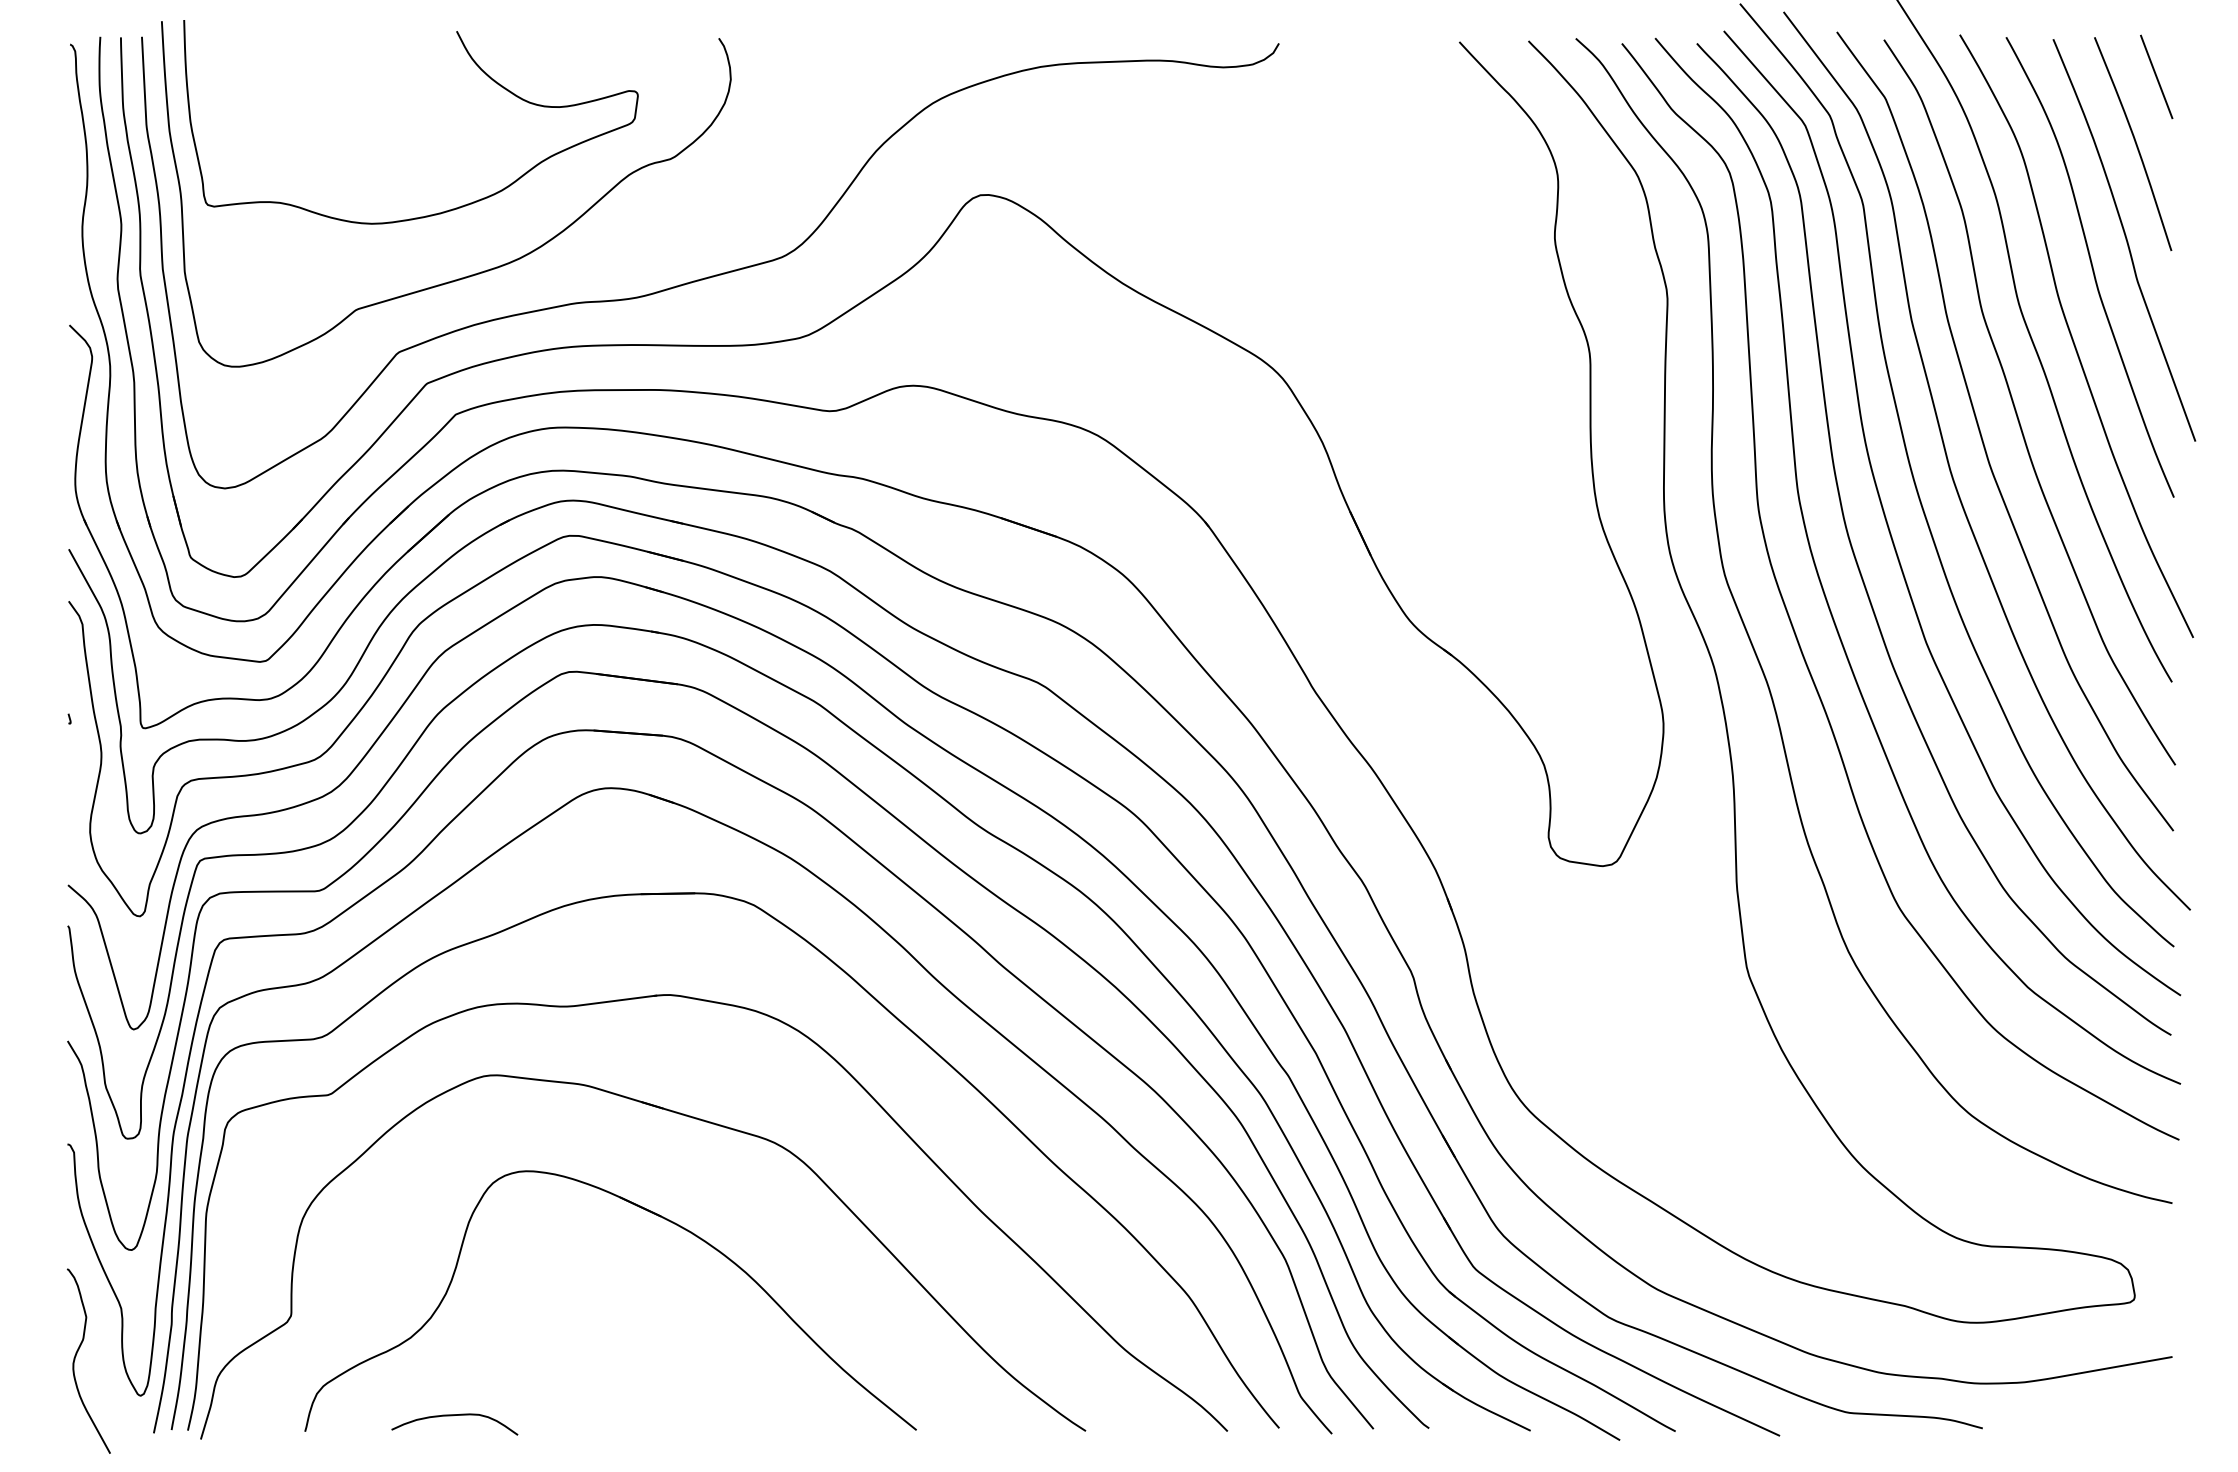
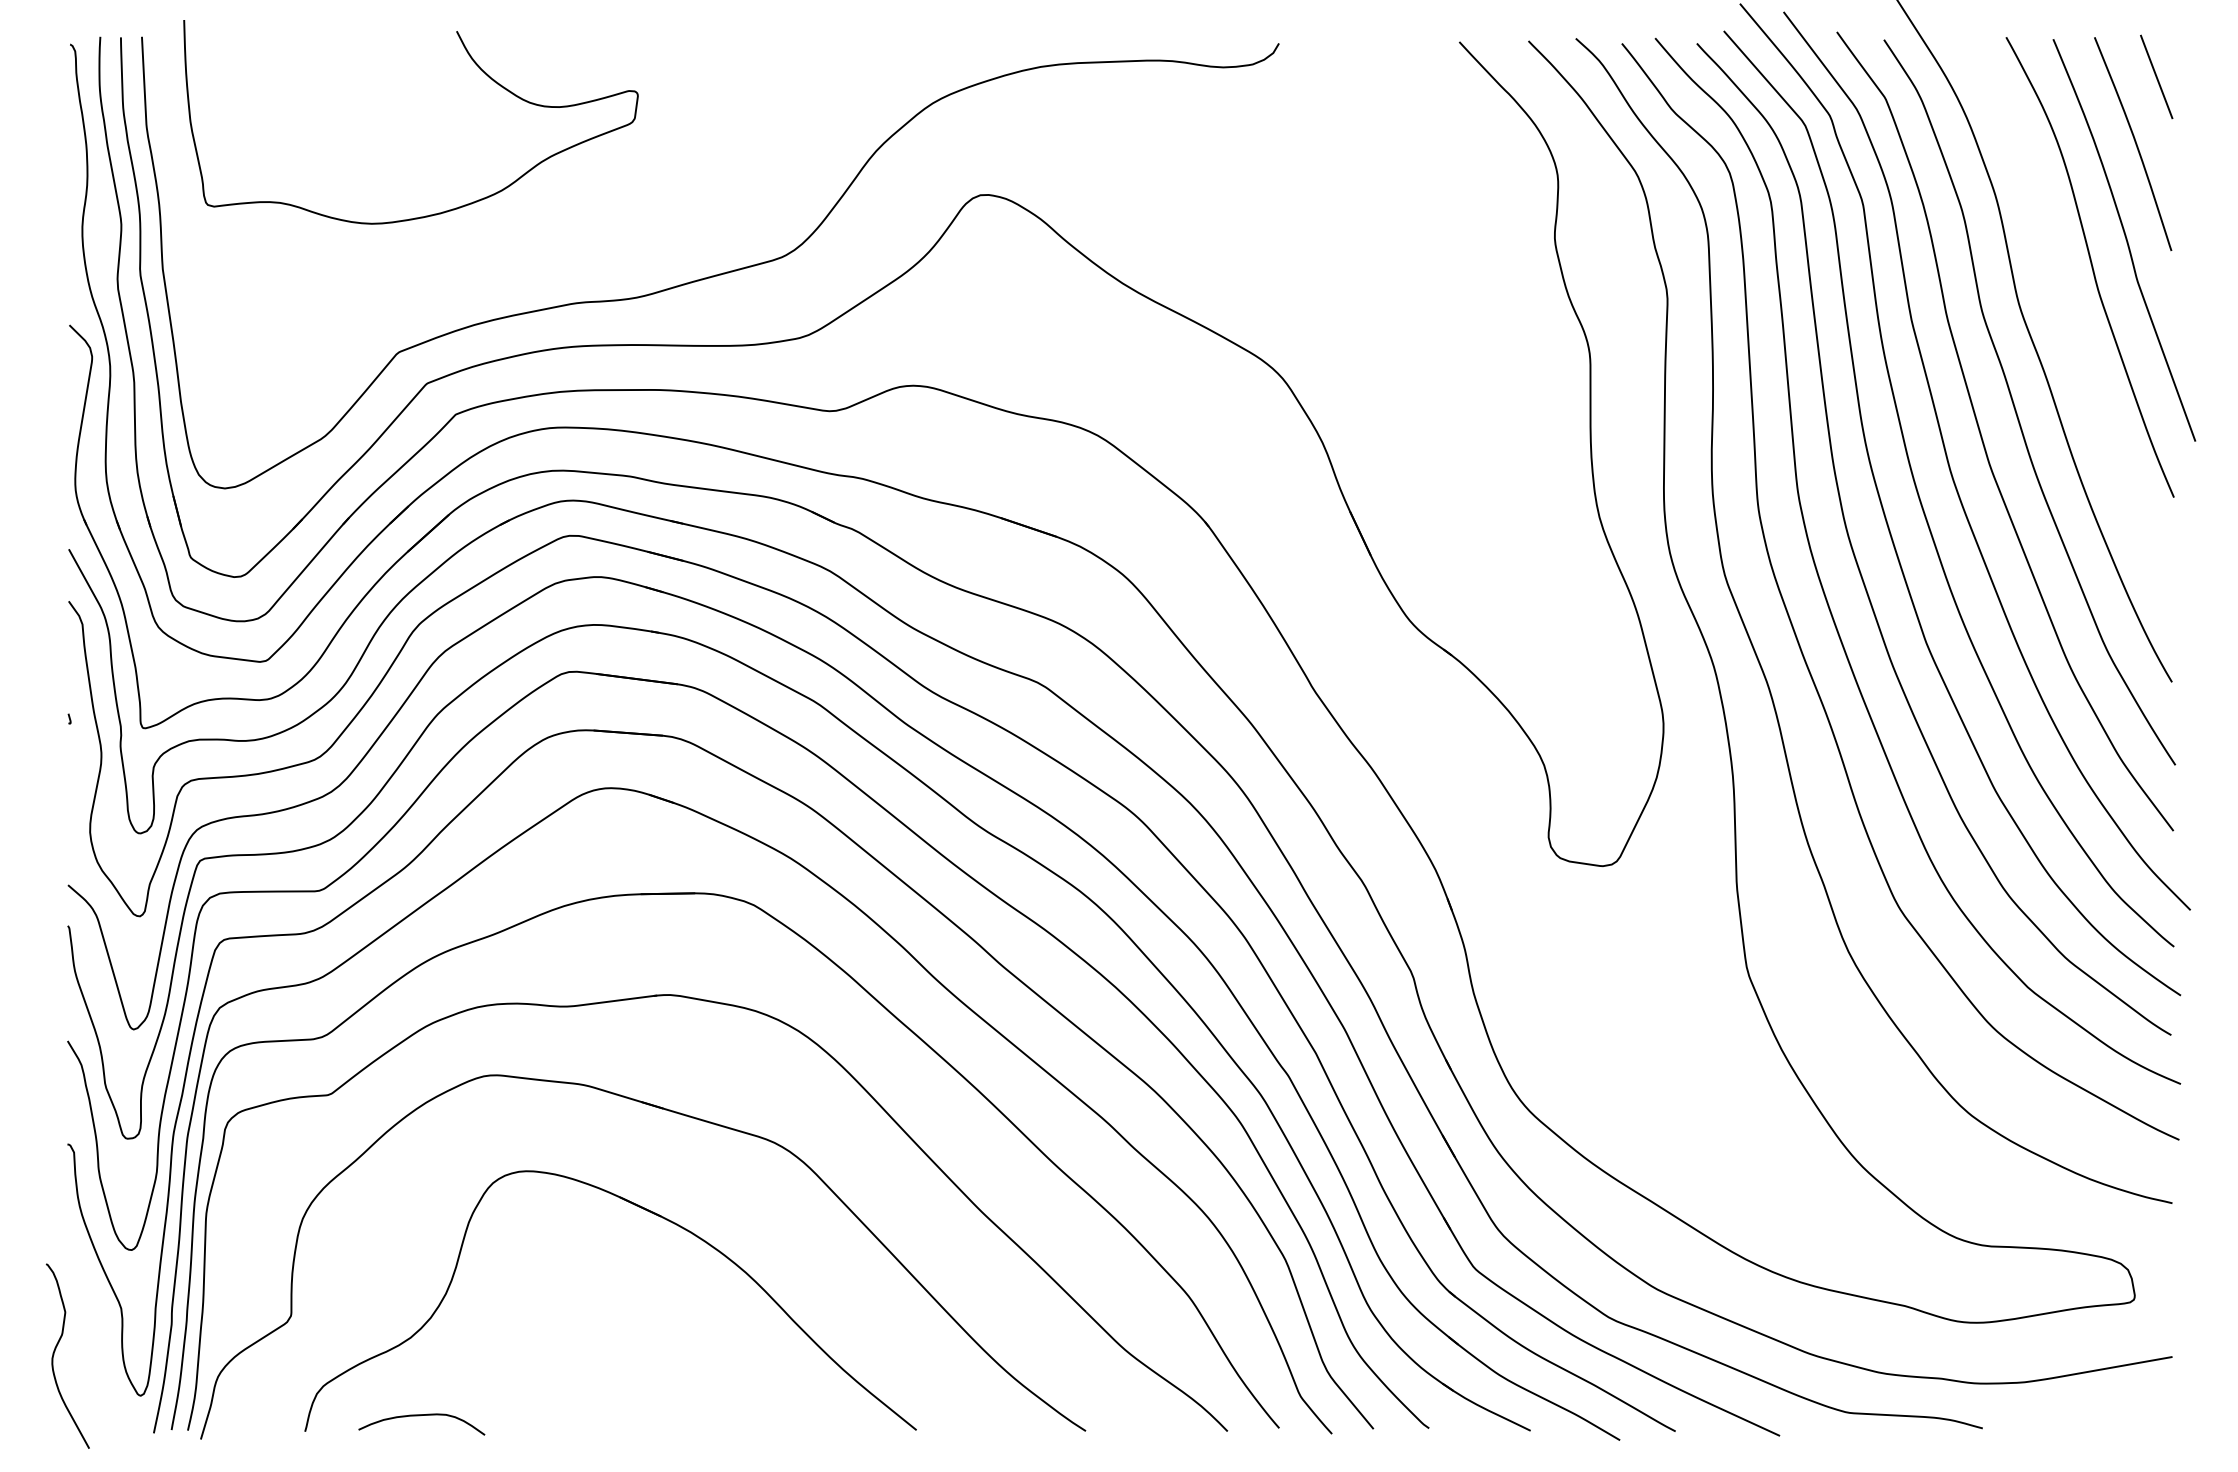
curve at (474, 273): present -> none
curve at (2073, 338): present -> none
curve at (76, 1356) position: (76, 1356) -> (55, 1351)
curve at (453, 1416) position: (453, 1416) -> (420, 1416)
